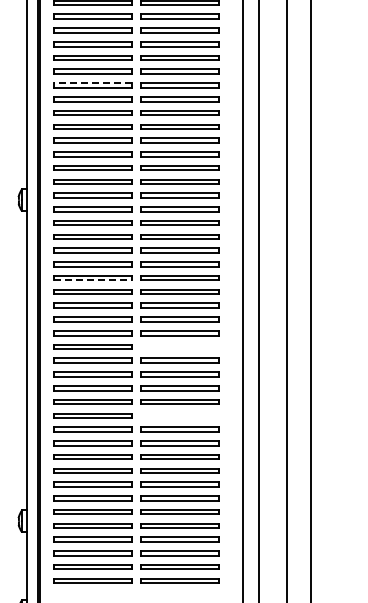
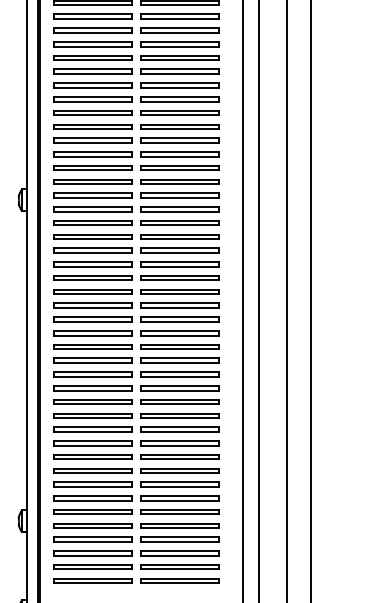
line at (92, 83): dashed -> solid
line at (92, 280): dashed -> solid
part at (179, 346): none -> present
part at (179, 415): none -> present
